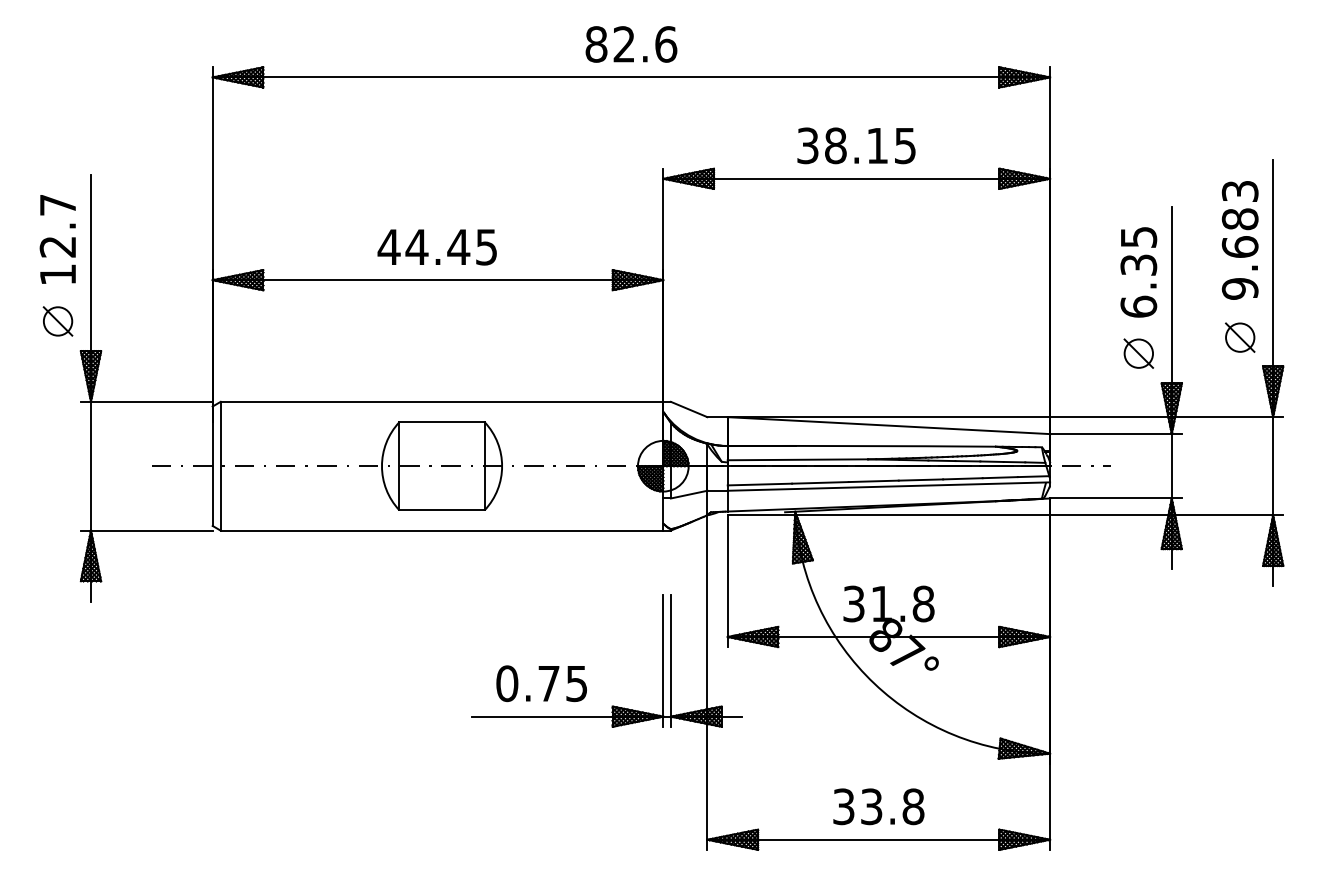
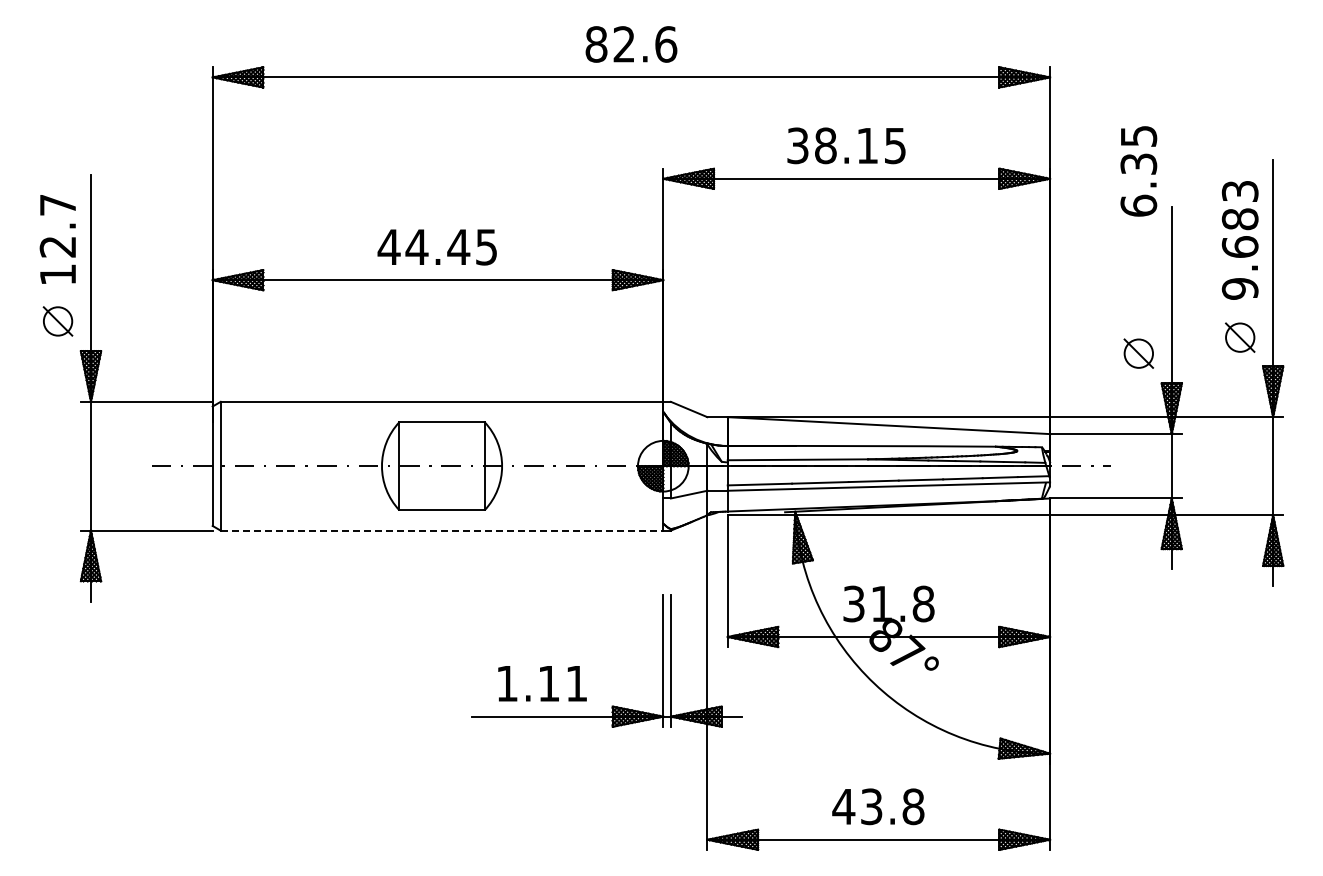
text at (856, 145) position: (856, 145) -> (846, 145)
text at (1138, 272) position: (1138, 272) -> (1138, 171)
line at (442, 530): solid -> dashed
text at (541, 683): 0.75 -> 1.11
text at (843, 806): 33.8 -> 43.8
